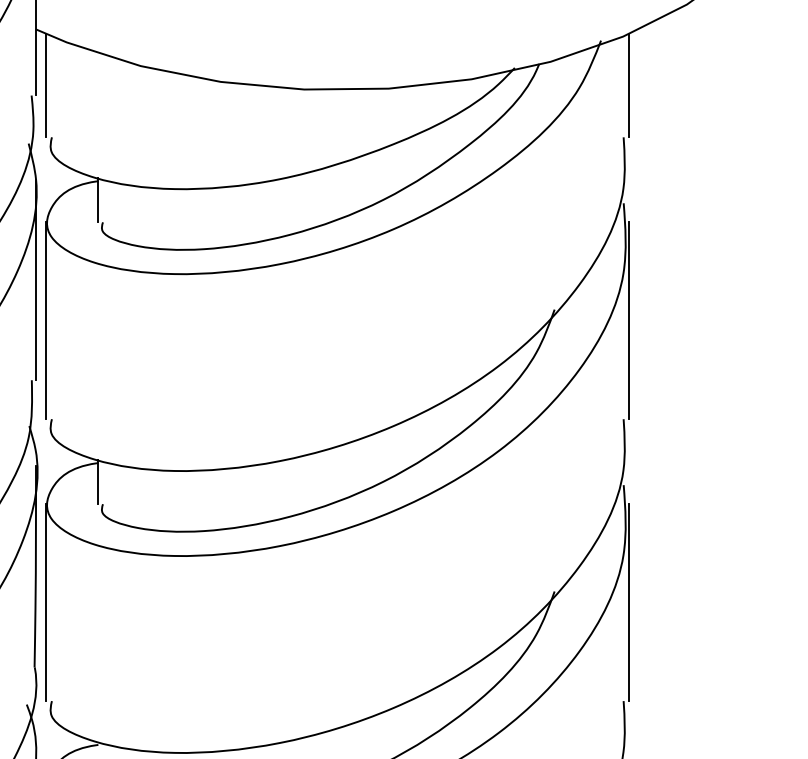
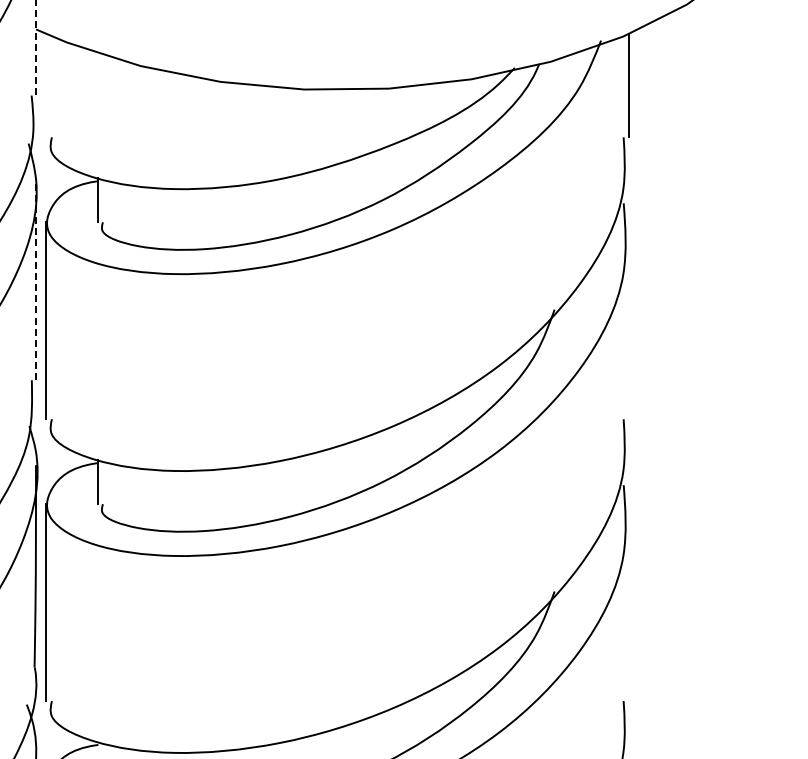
line at (36, 47): solid -> dashed
line at (46, 85): present -> none
line at (36, 279): solid -> dashed
line at (629, 320): present -> none
line at (629, 602): present -> none
